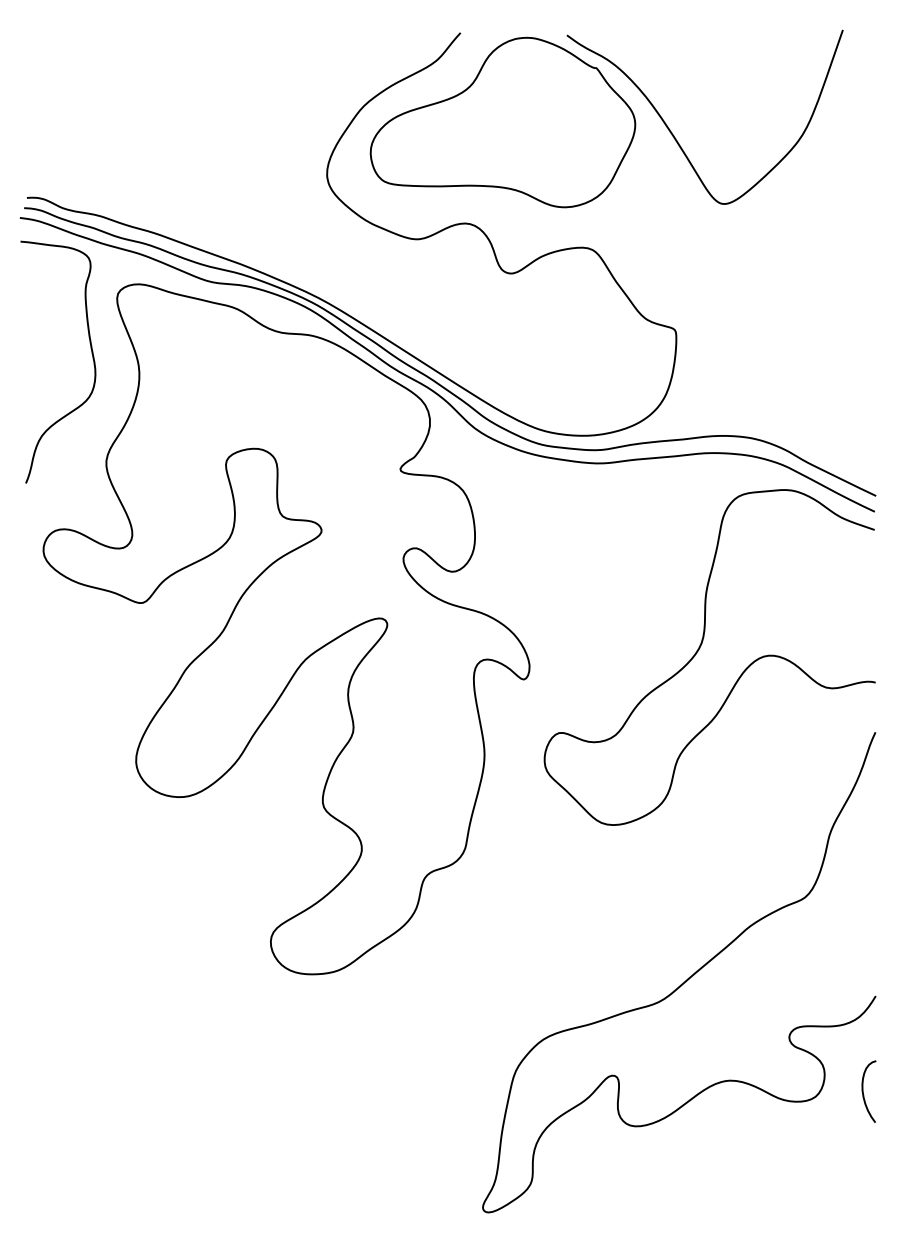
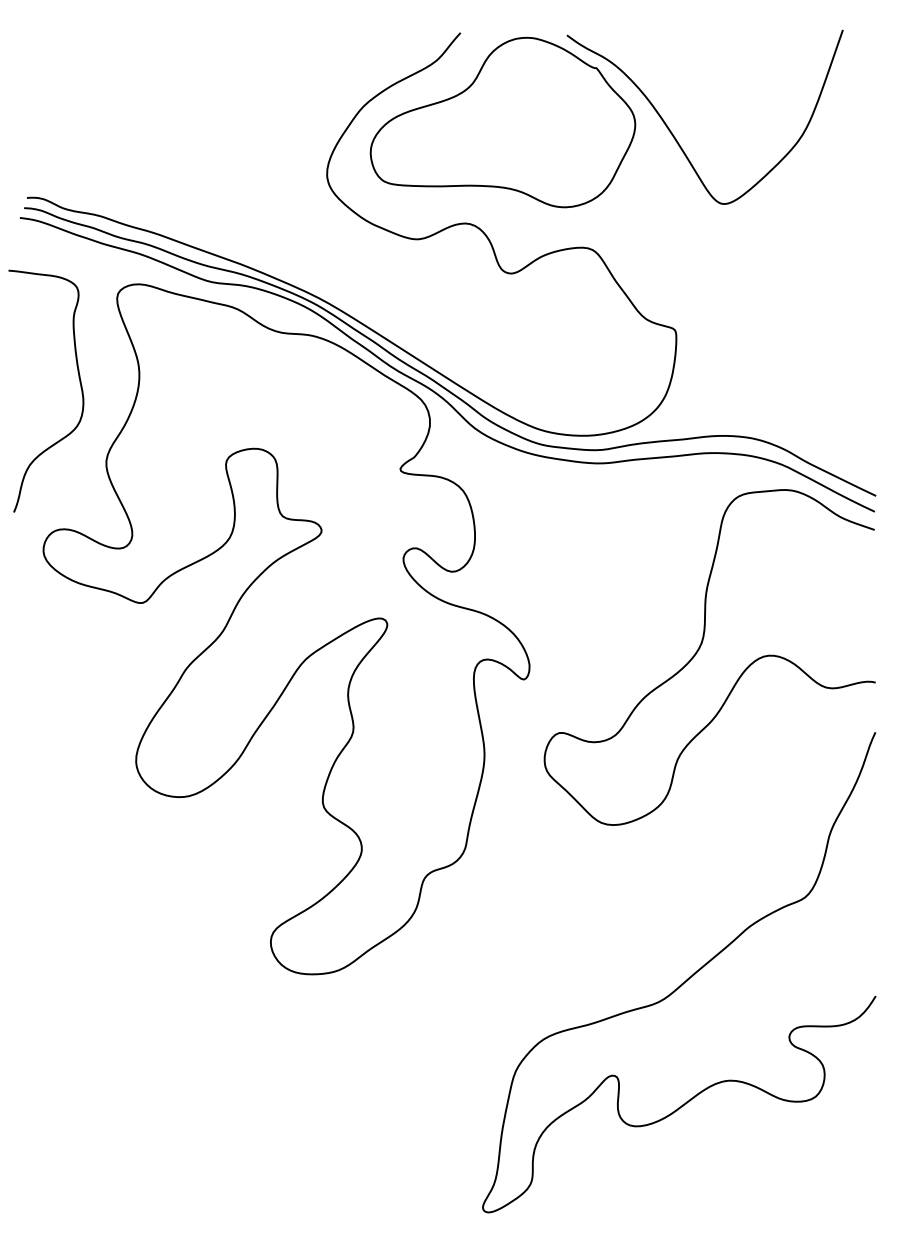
curve at (91, 353) position: (91, 353) -> (79, 382)
curve at (863, 1091): present -> none
